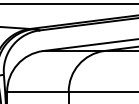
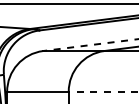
line at (90, 45): solid -> dashed
line at (103, 91): solid -> dashed
